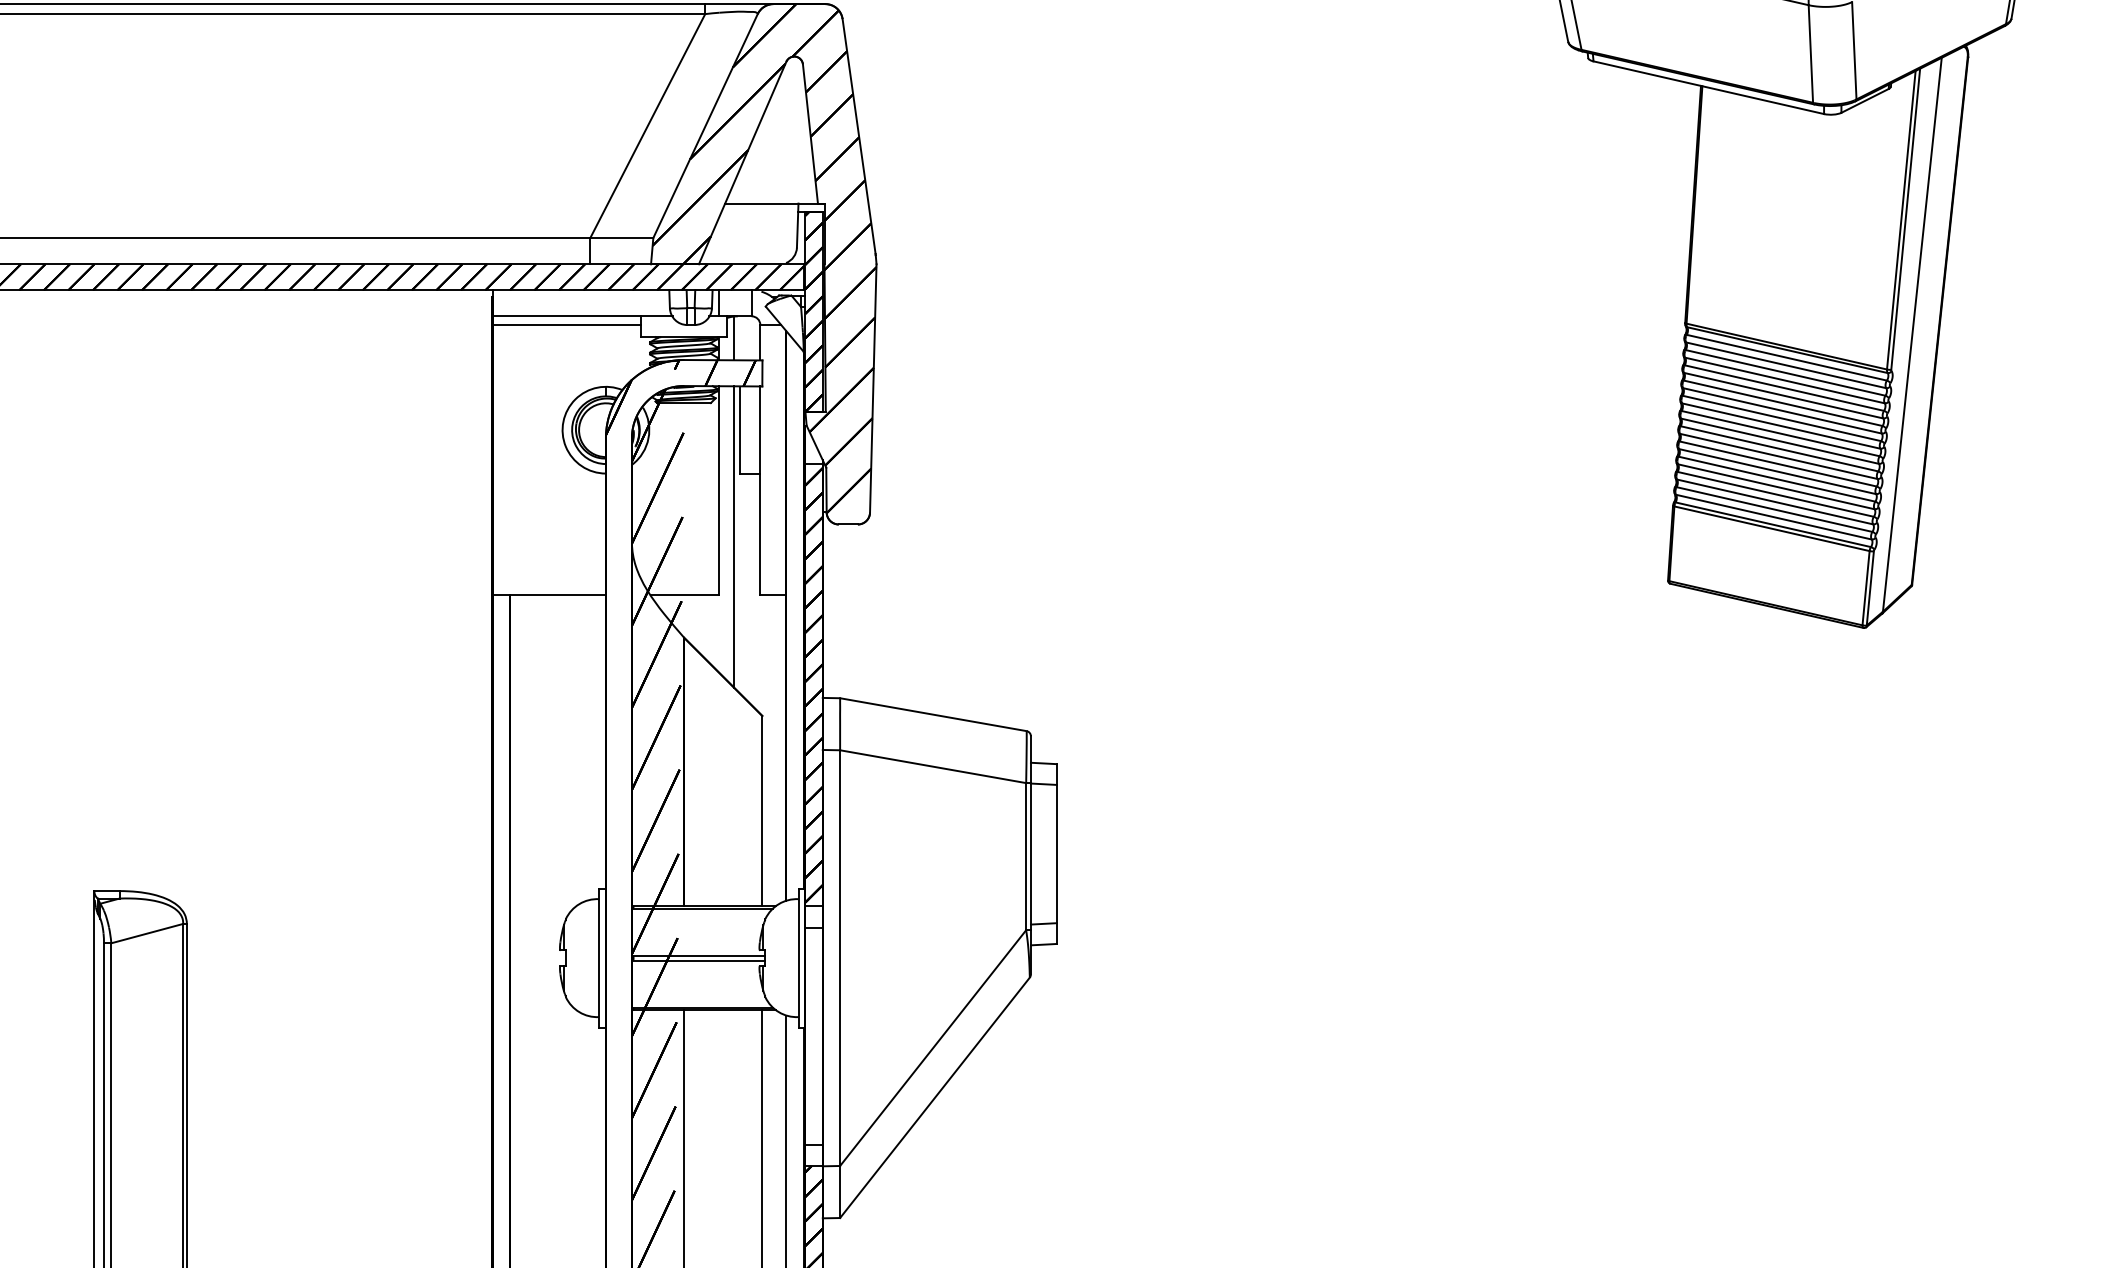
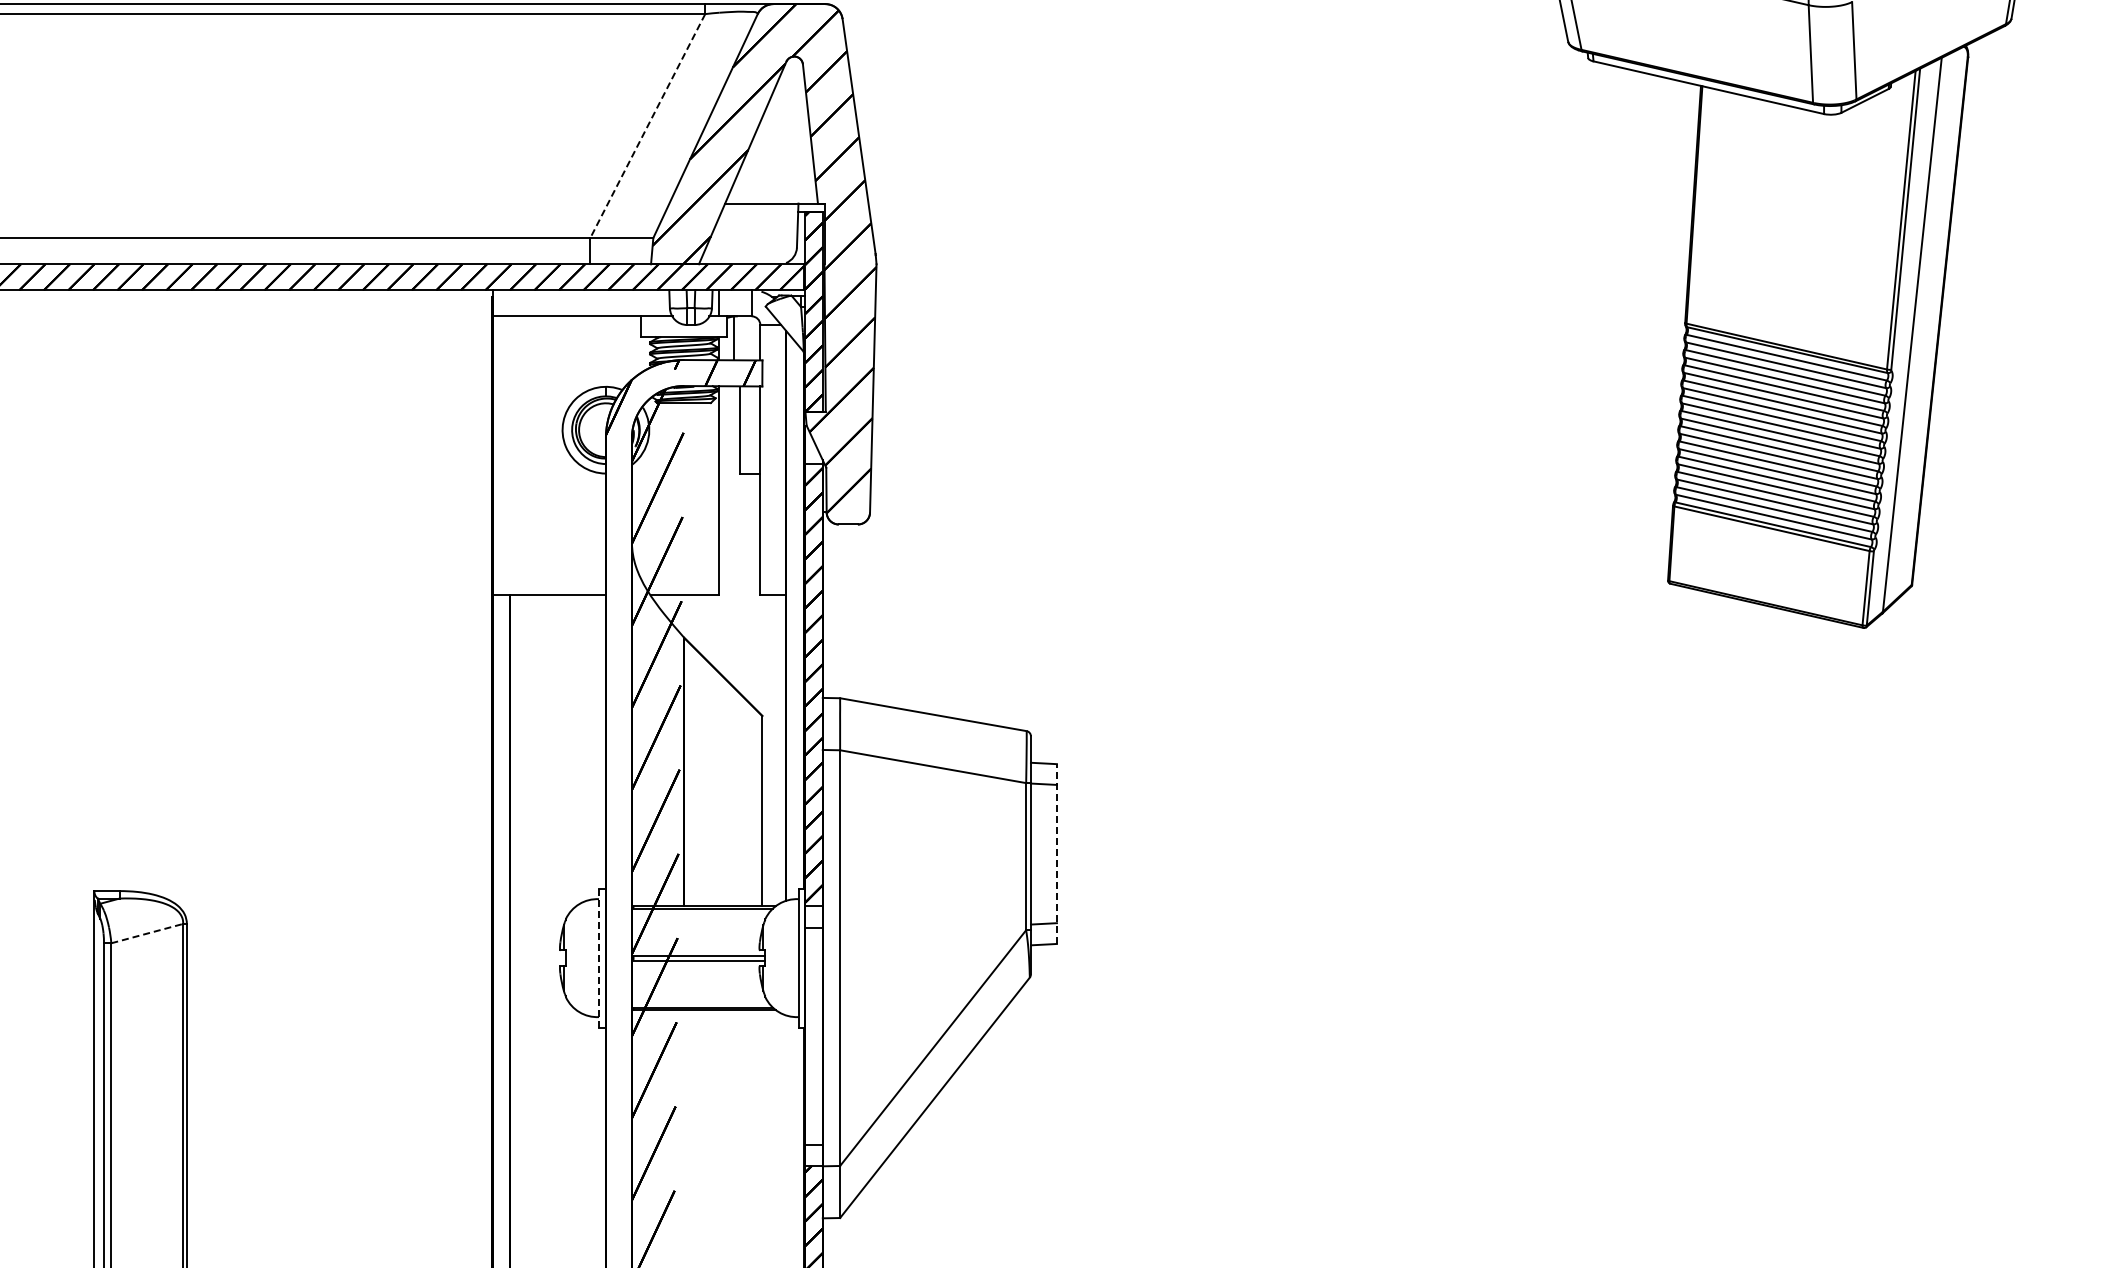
line at (647, 126): solid -> dashed
line at (566, 325): present -> none
line at (734, 536): present -> none
line at (1056, 854): solid -> dashed
line at (147, 933): solid -> dashed
line at (599, 957): solid -> dashed
line at (684, 1137): present -> none
line at (762, 1137): present -> none
line at (786, 1139): present -> none
